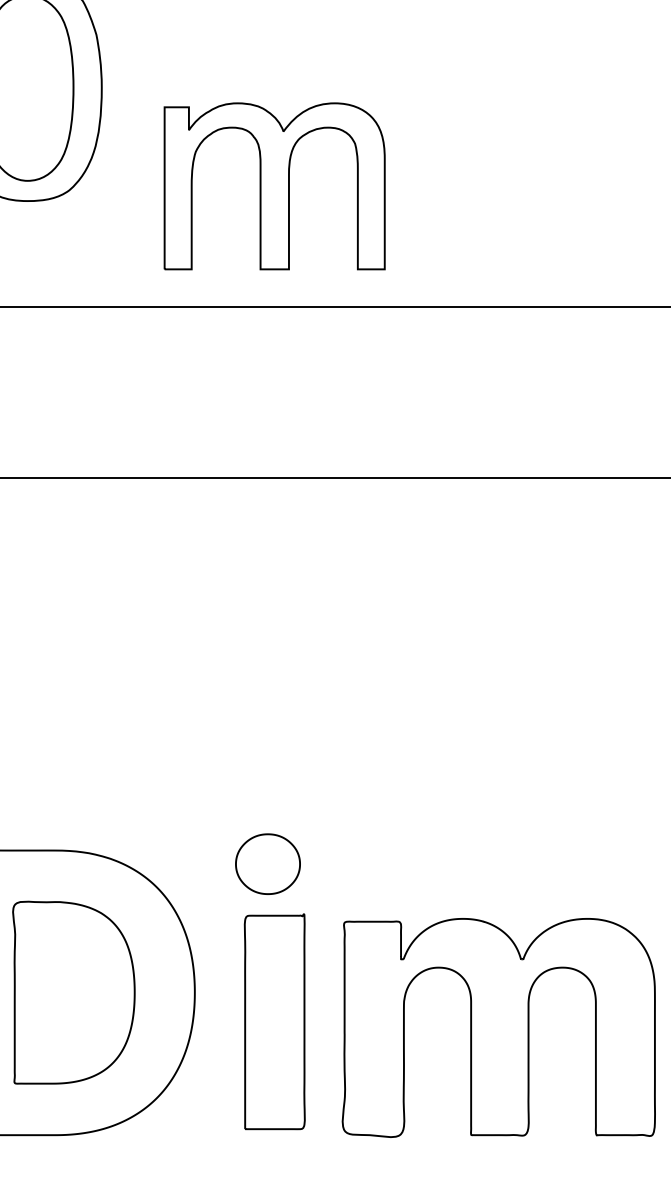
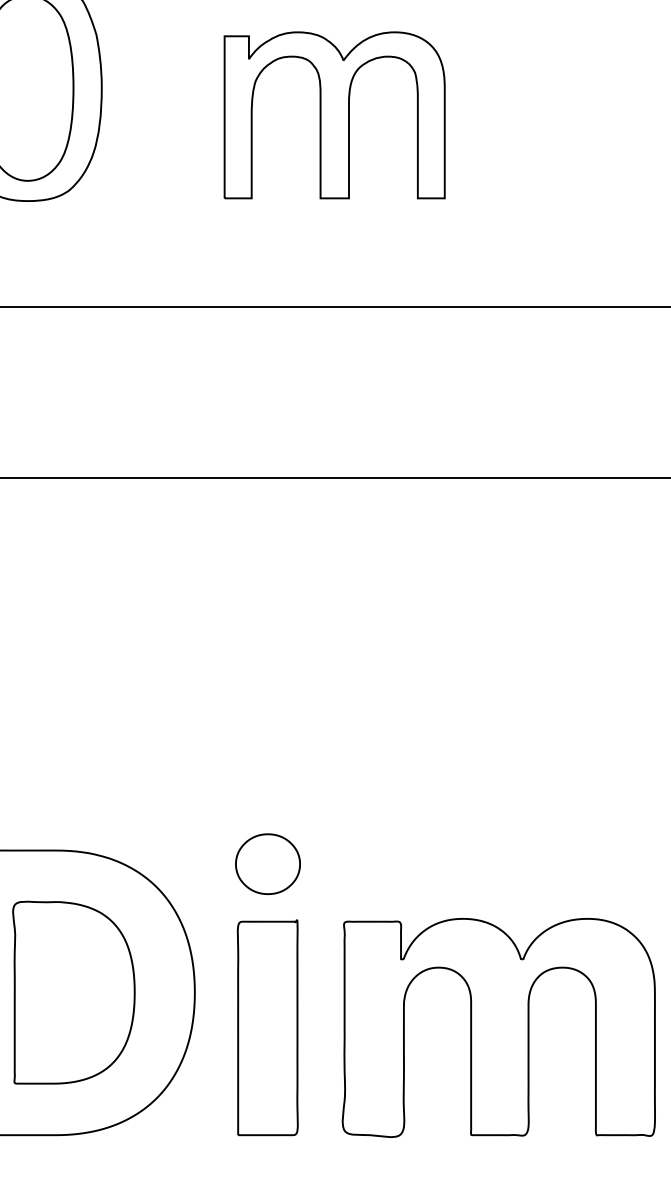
part at (274, 186) position: (274, 186) -> (334, 115)
part at (274, 1021) position: (274, 1021) -> (267, 1027)
